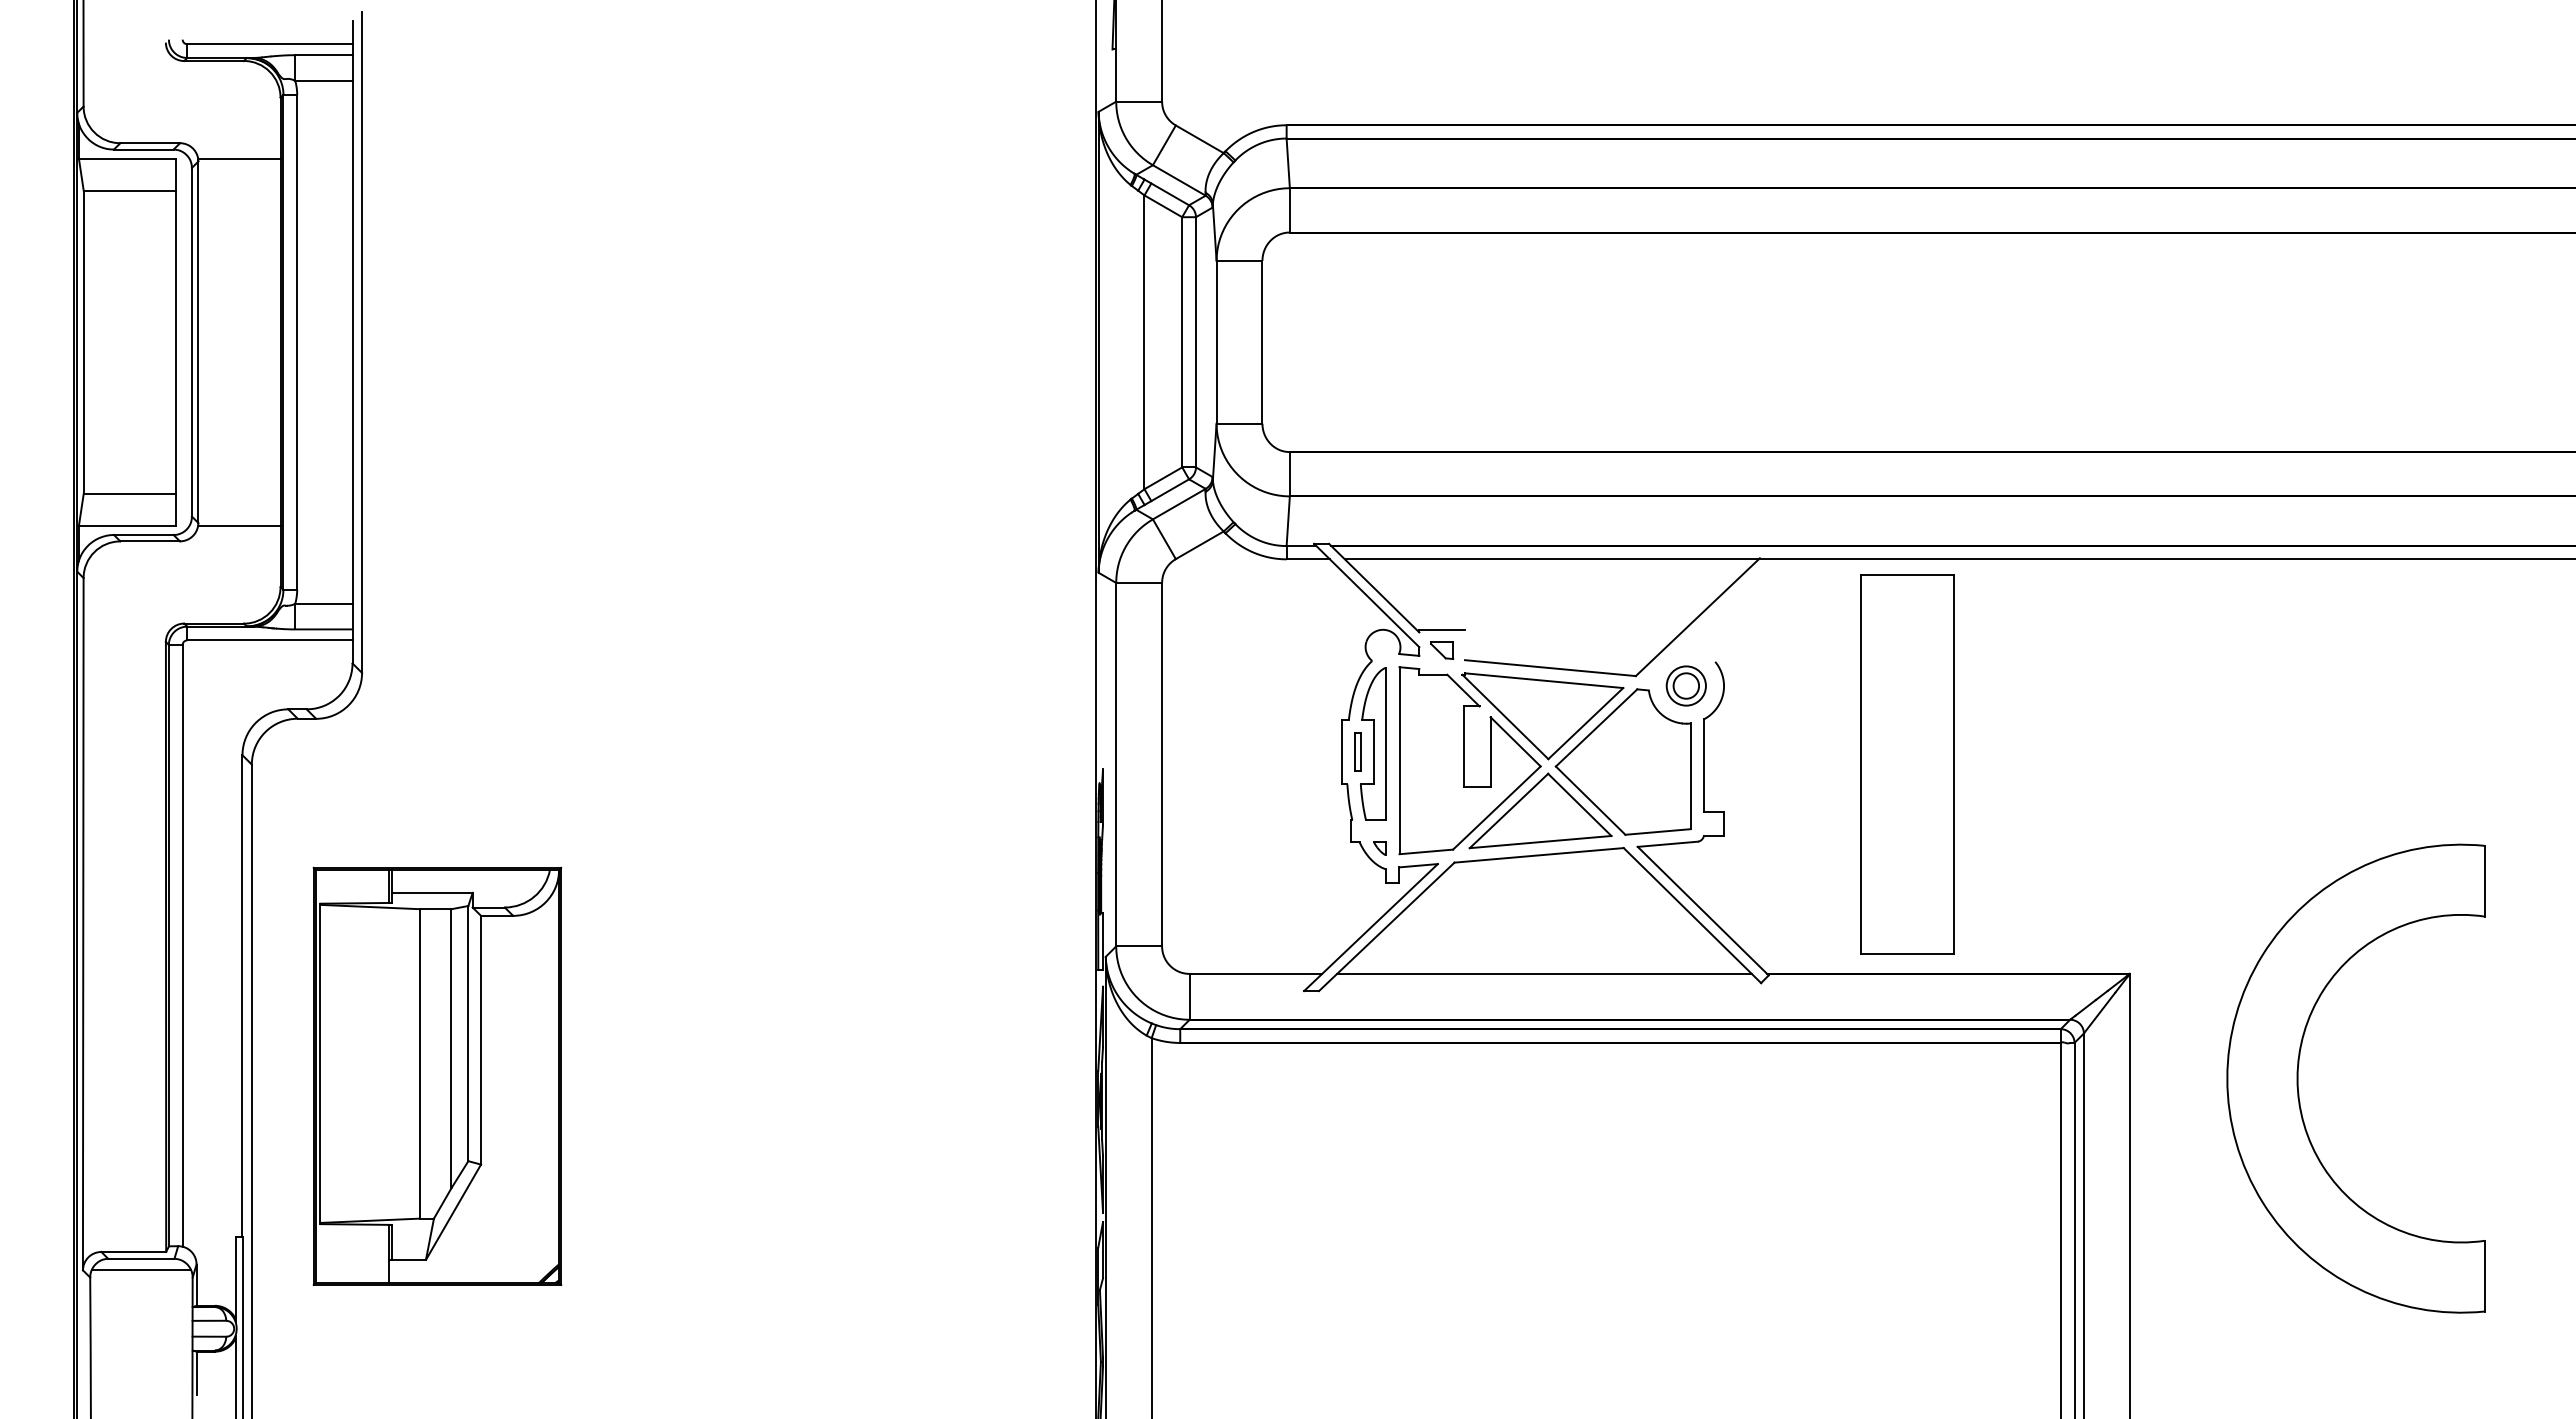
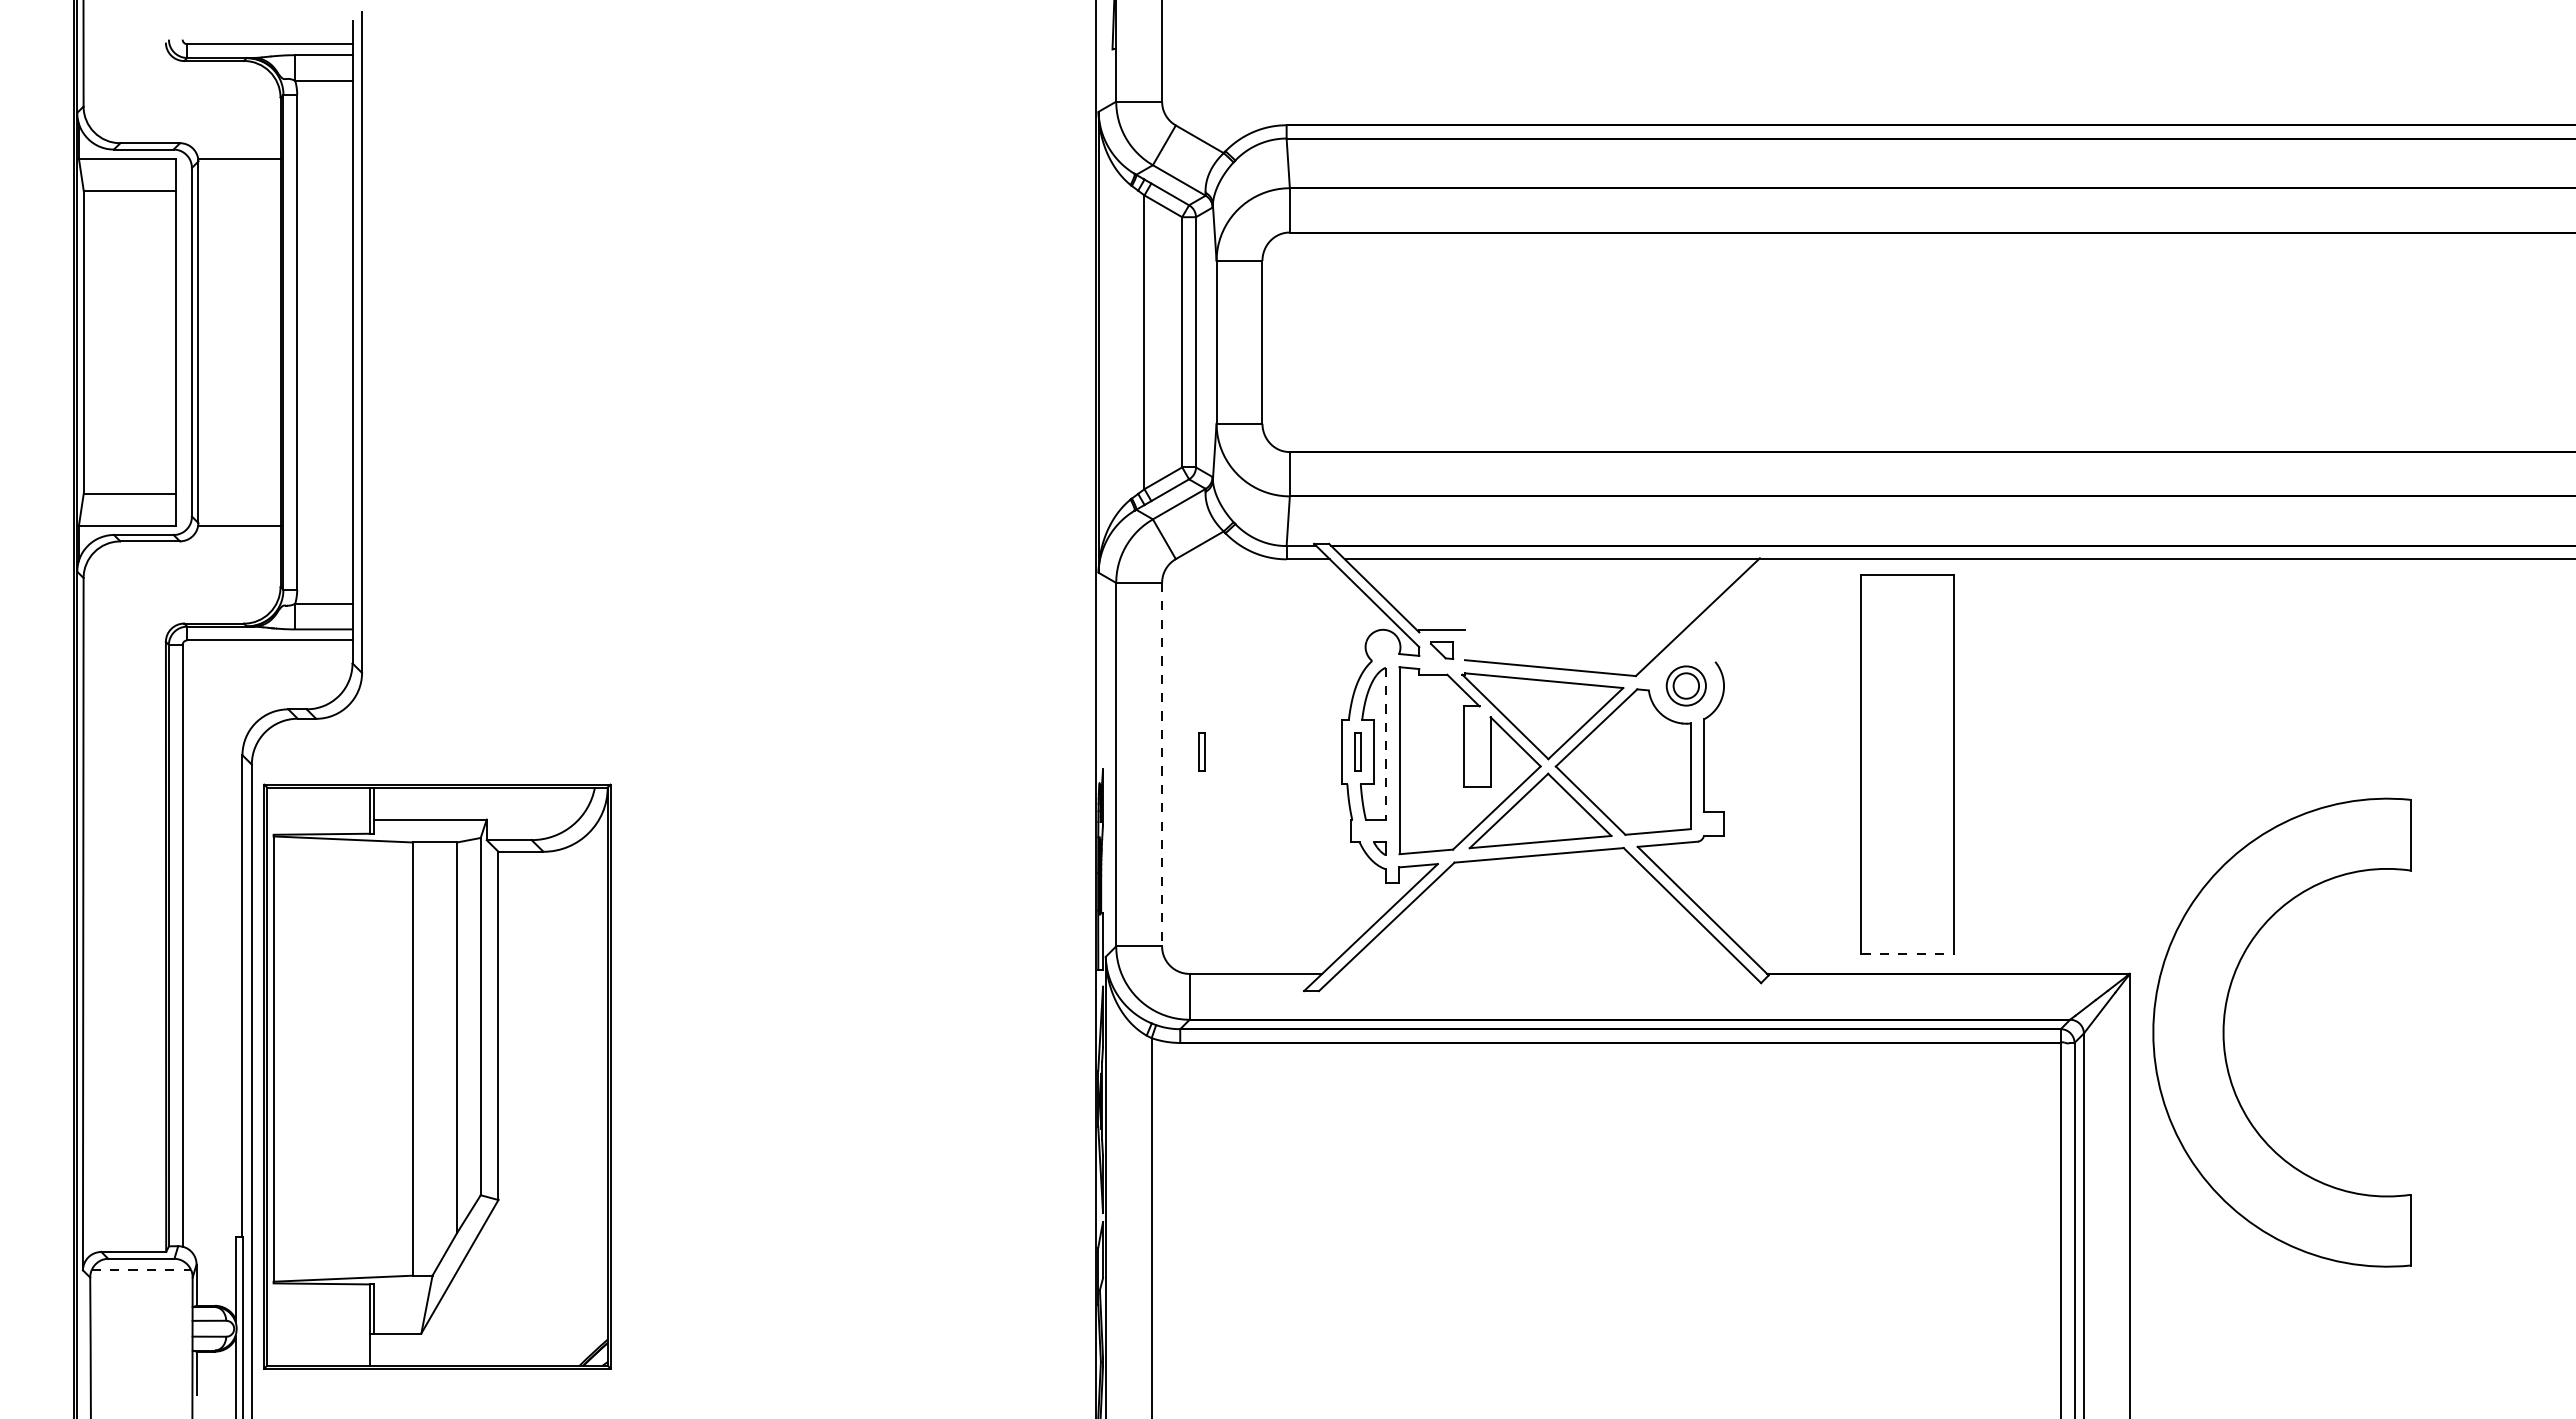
line at (1385, 744): solid -> dashed
part at (1201, 751): none -> present
line at (1162, 764): solid -> dashed
line at (1908, 954): solid -> dashed
line at (1544, 973): present -> none
part at (437, 1075) size: 251x420 px -> 349x587 px
part at (2298, 1078) position: (2298, 1078) -> (2224, 1032)
line at (141, 1269): solid -> dashed
